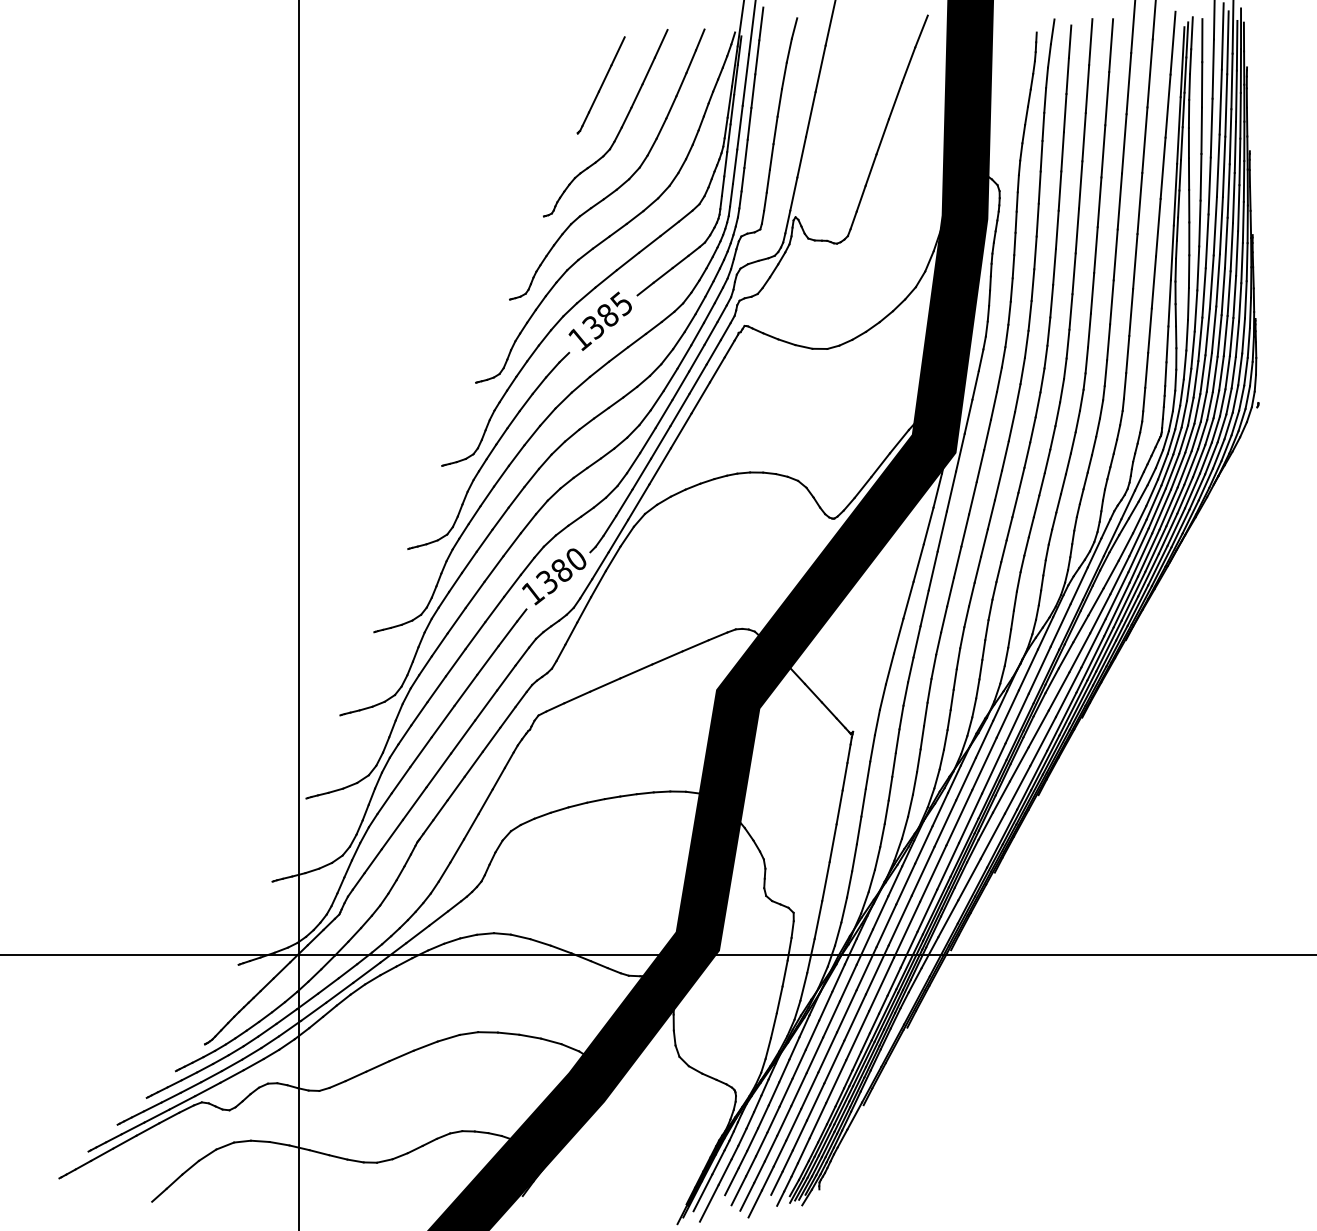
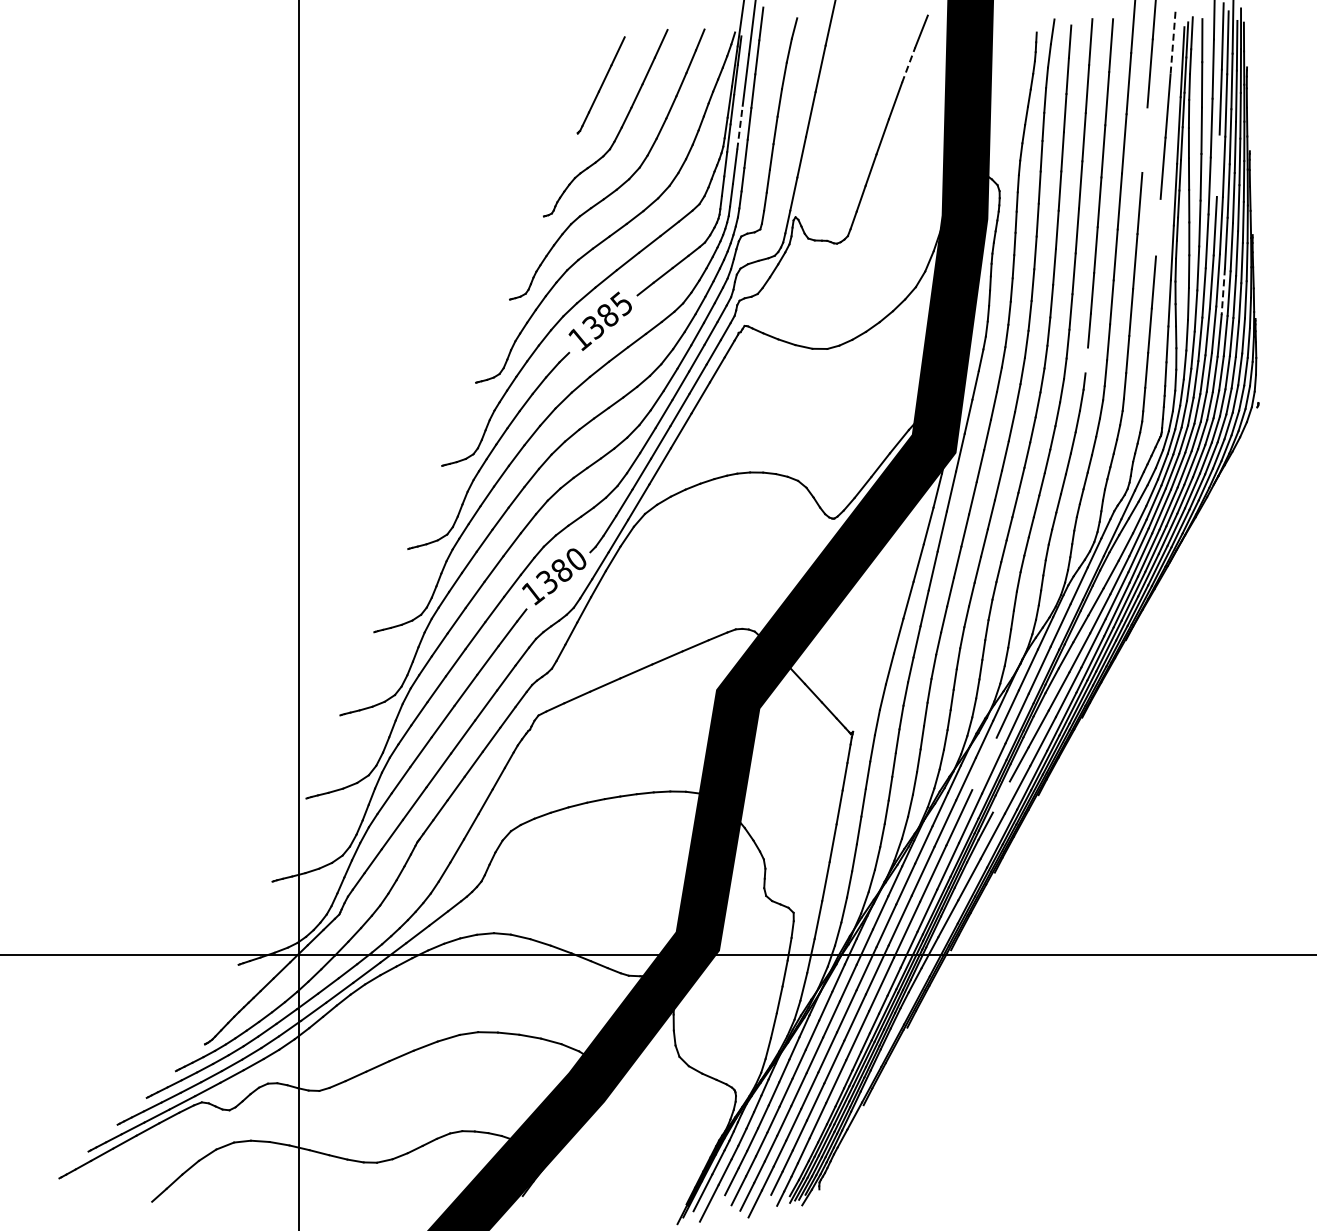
line at (1173, 43): solid -> dashed
line at (908, 65): solid -> dashed
line at (740, 127): solid -> dashed
line at (1144, 139): present -> none
line at (1217, 165): present -> none
line at (1158, 227): present -> none
line at (1223, 292): solid -> dashed
line at (1086, 360): present -> none
line at (984, 763): present -> none
line at (1000, 796): present -> none
